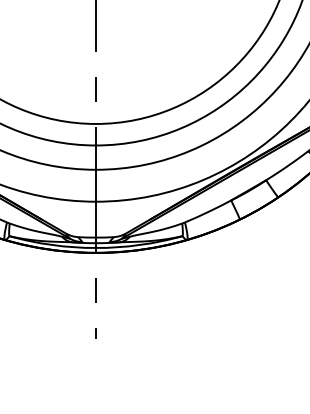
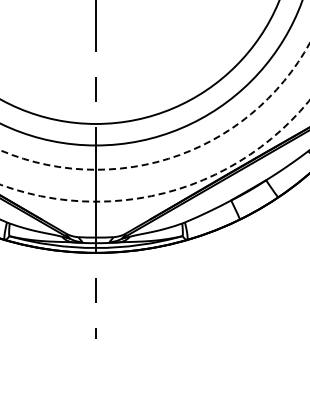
circle at (154, 106): solid -> dashed
circle at (154, 150): solid -> dashed
